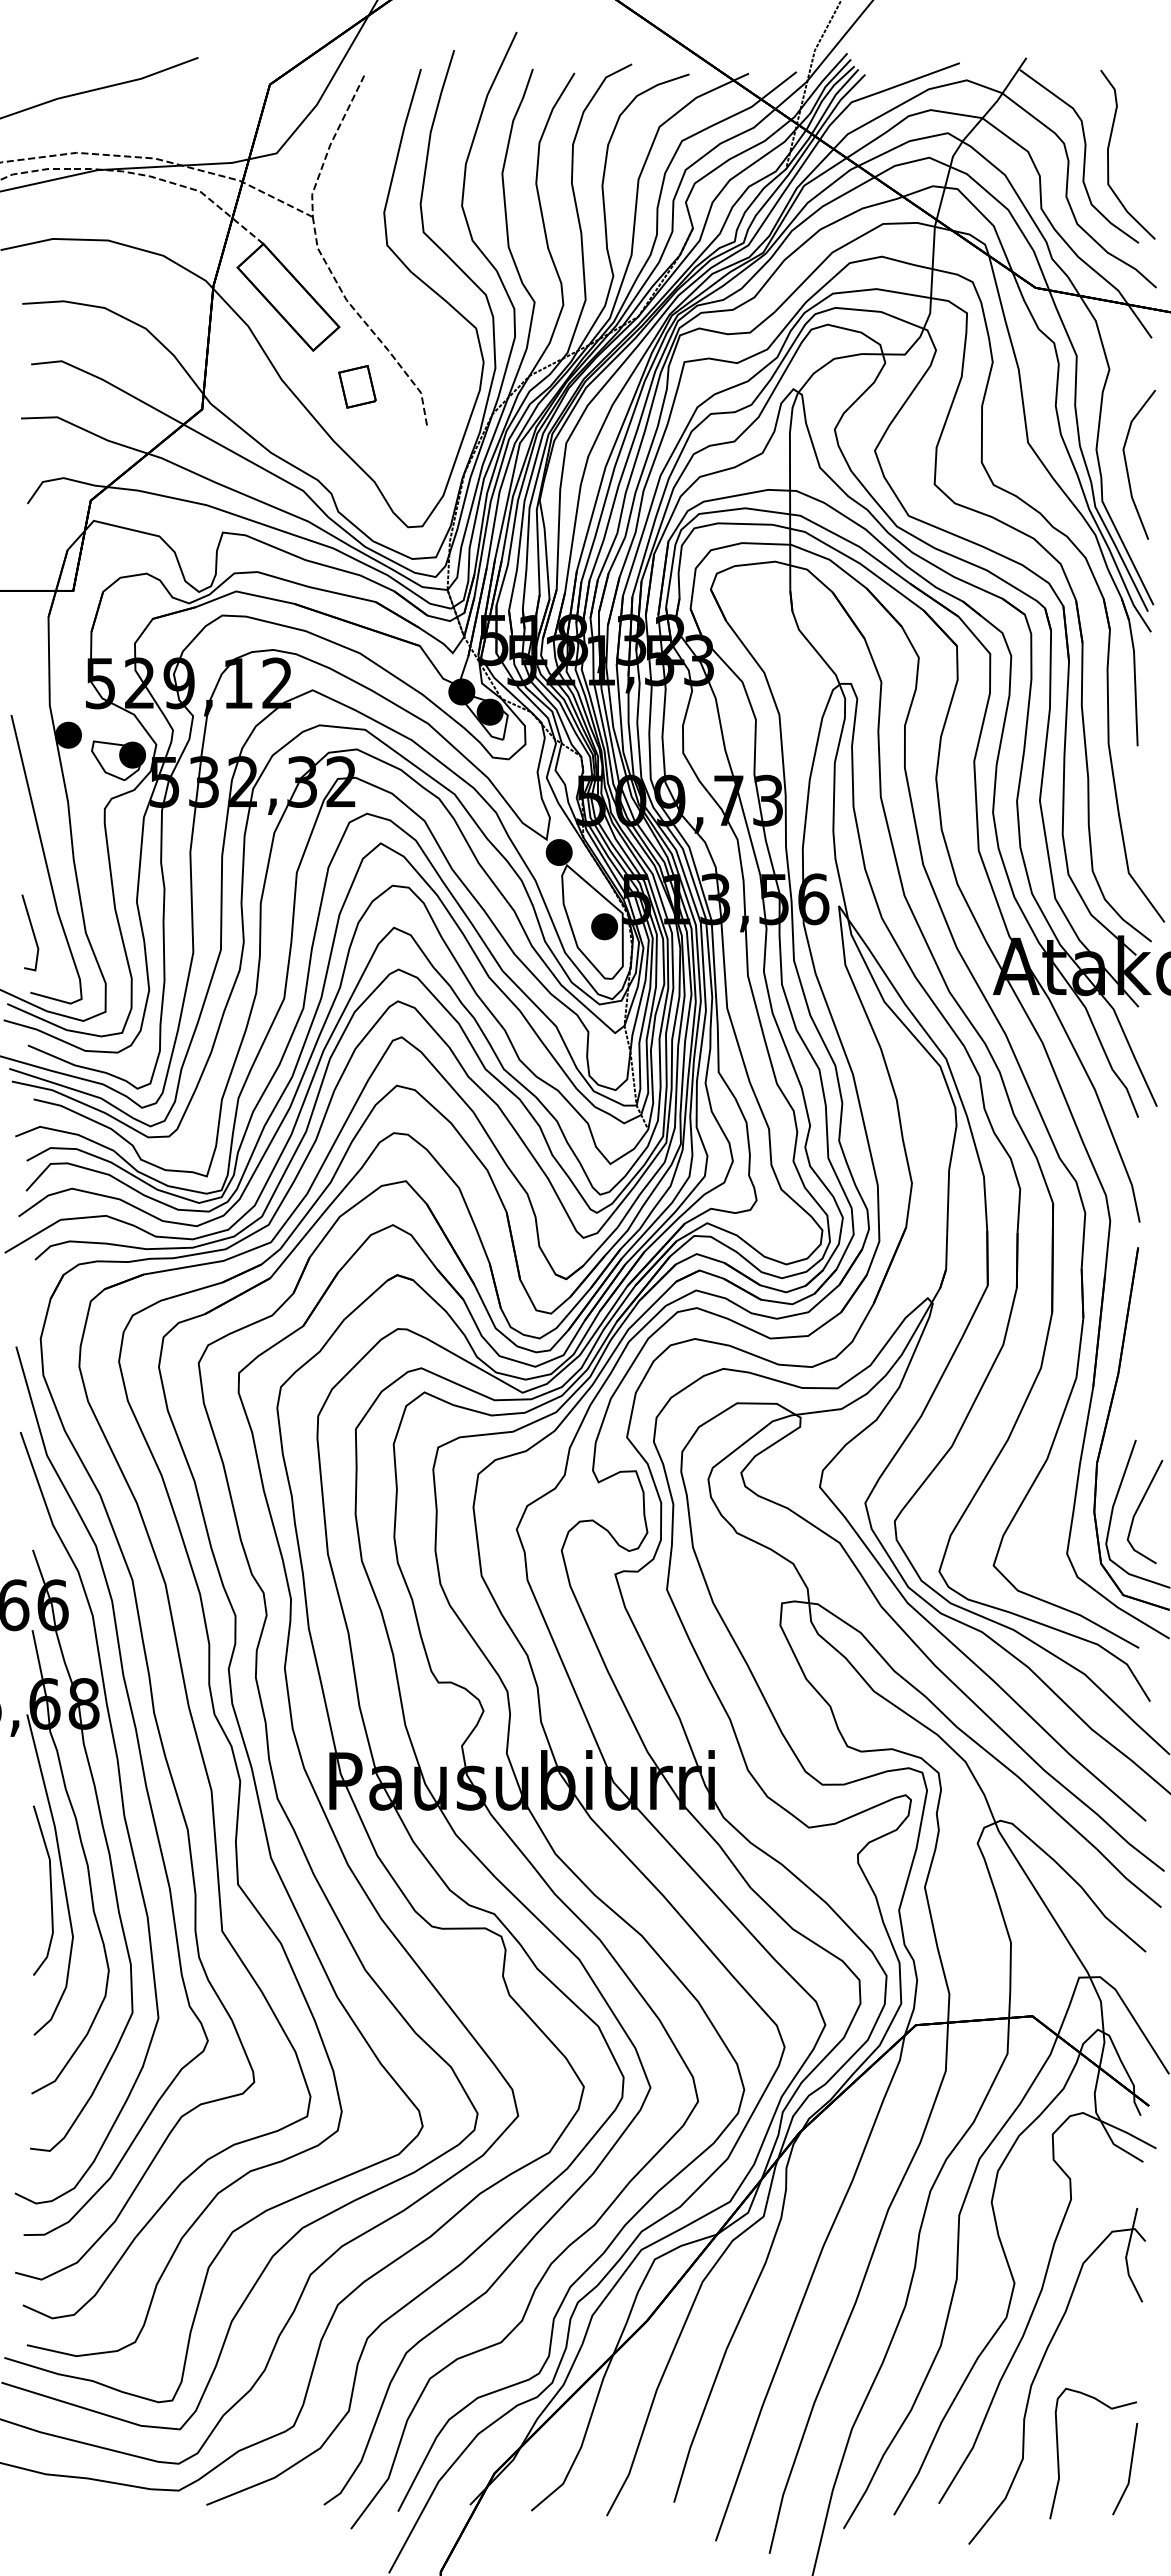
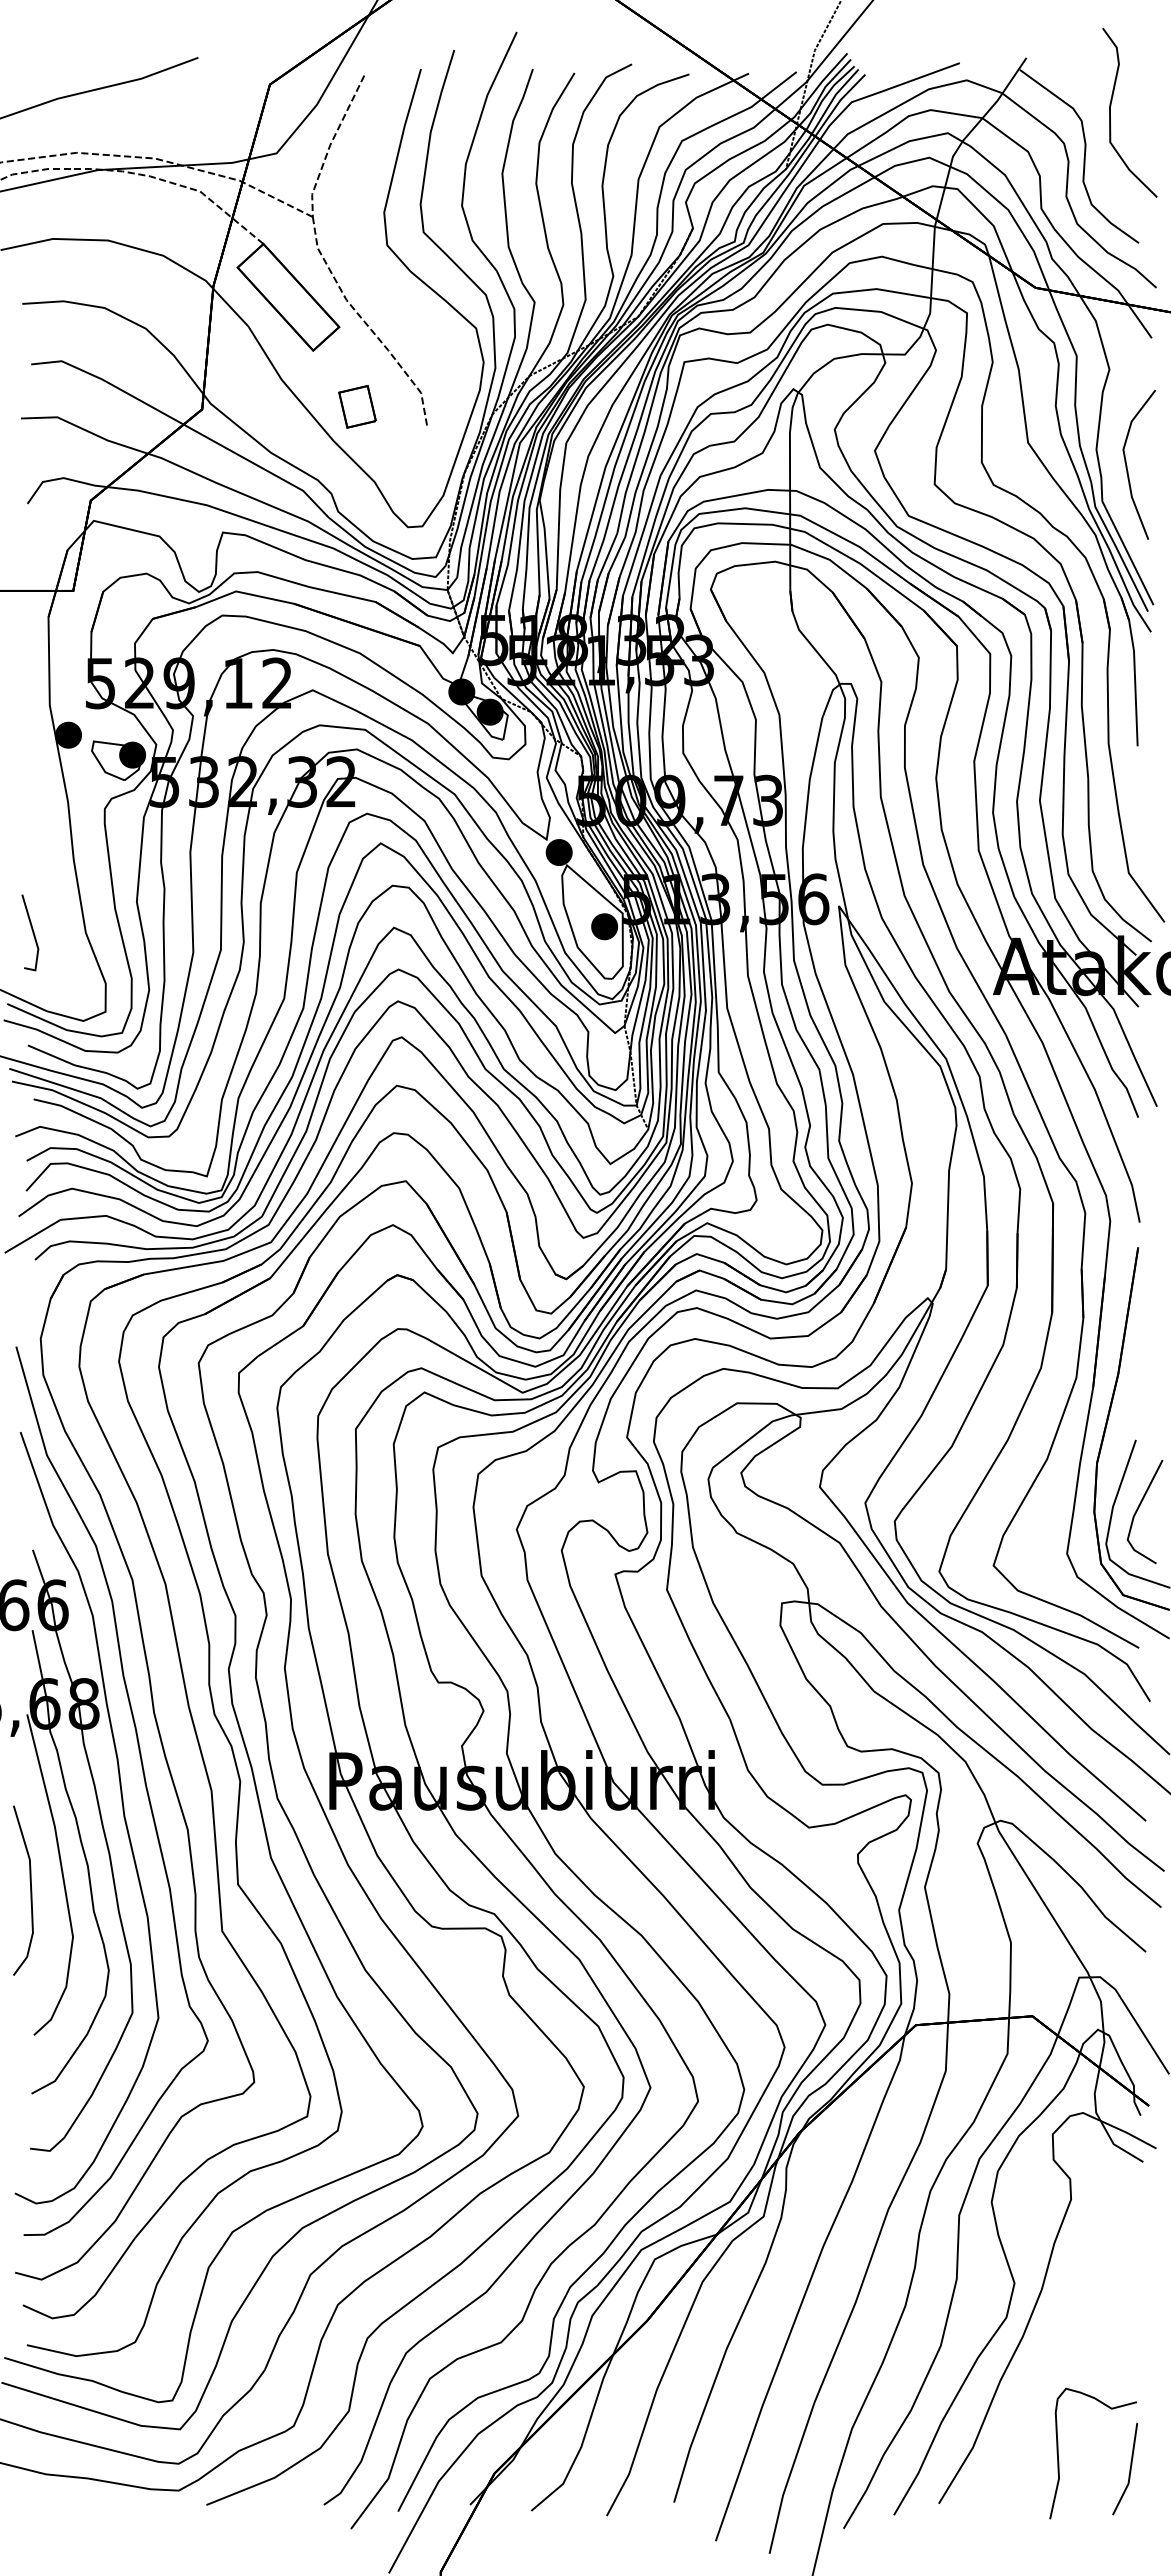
curve at (1109, 148) position: (1109, 148) -> (1111, 106)
part at (357, 386) position: (357, 386) -> (357, 406)
curve at (46, 859): present -> none
part at (50, 1890) position: (50, 1890) -> (30, 1890)
part at (1040, 2367): present -> none
